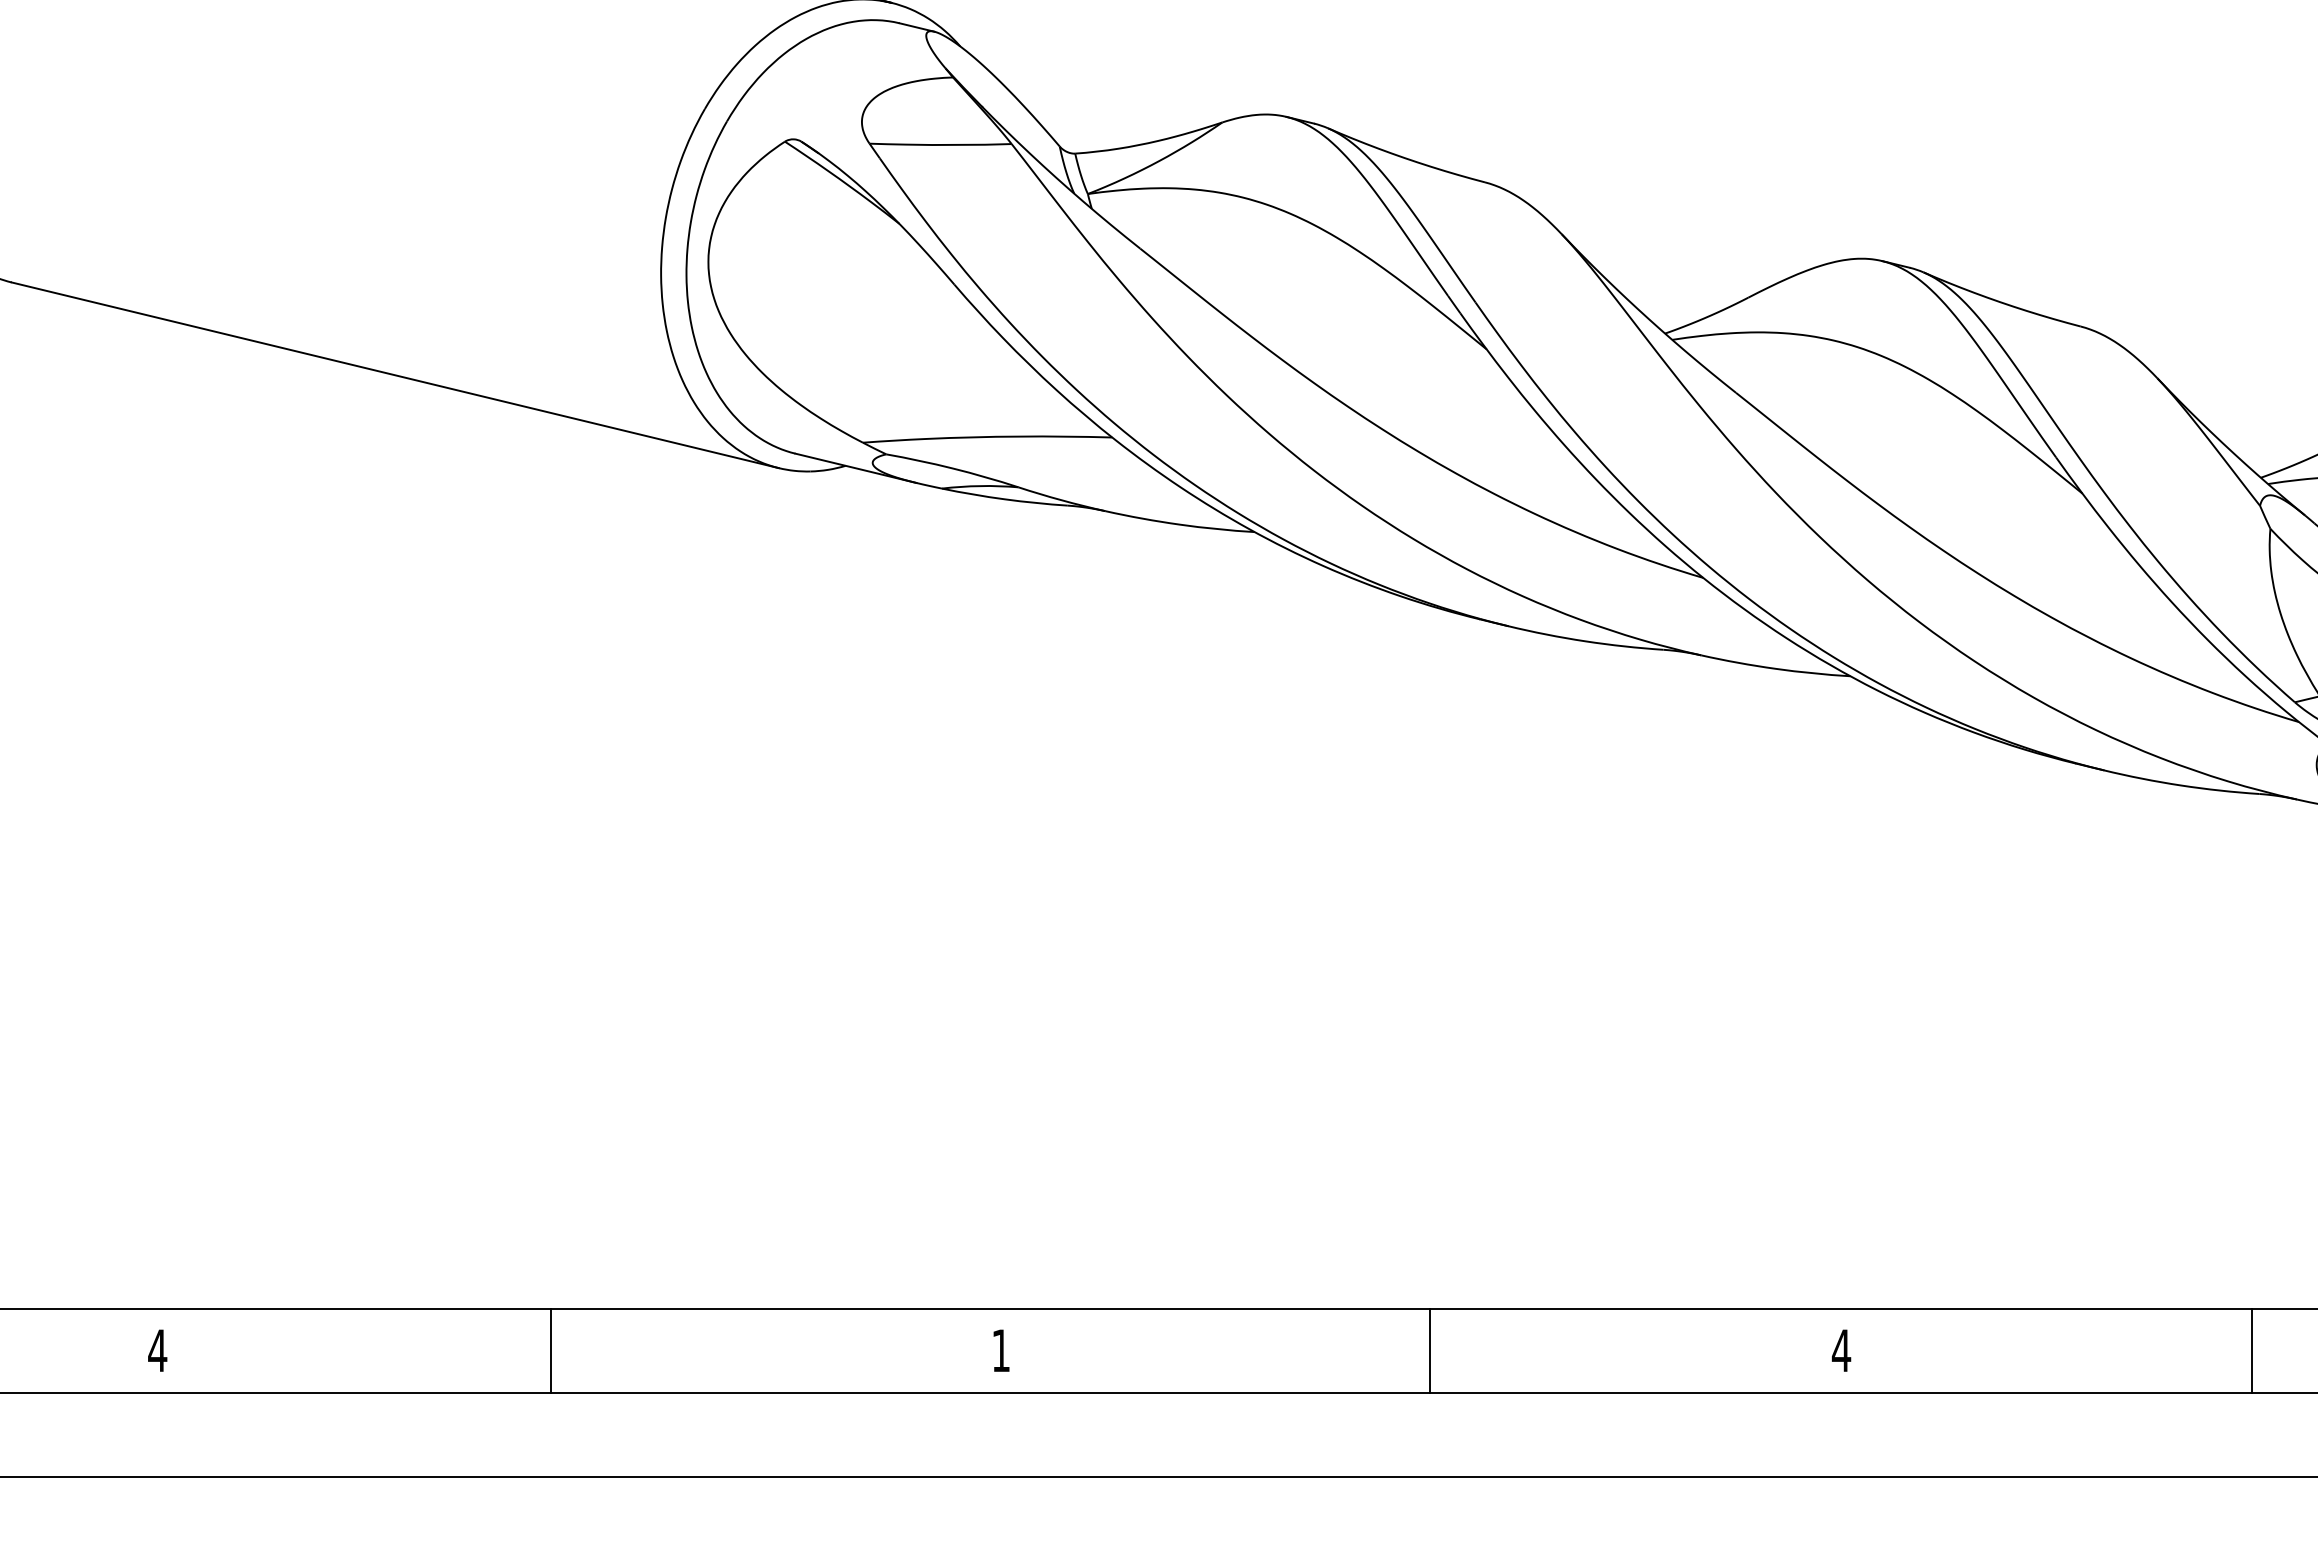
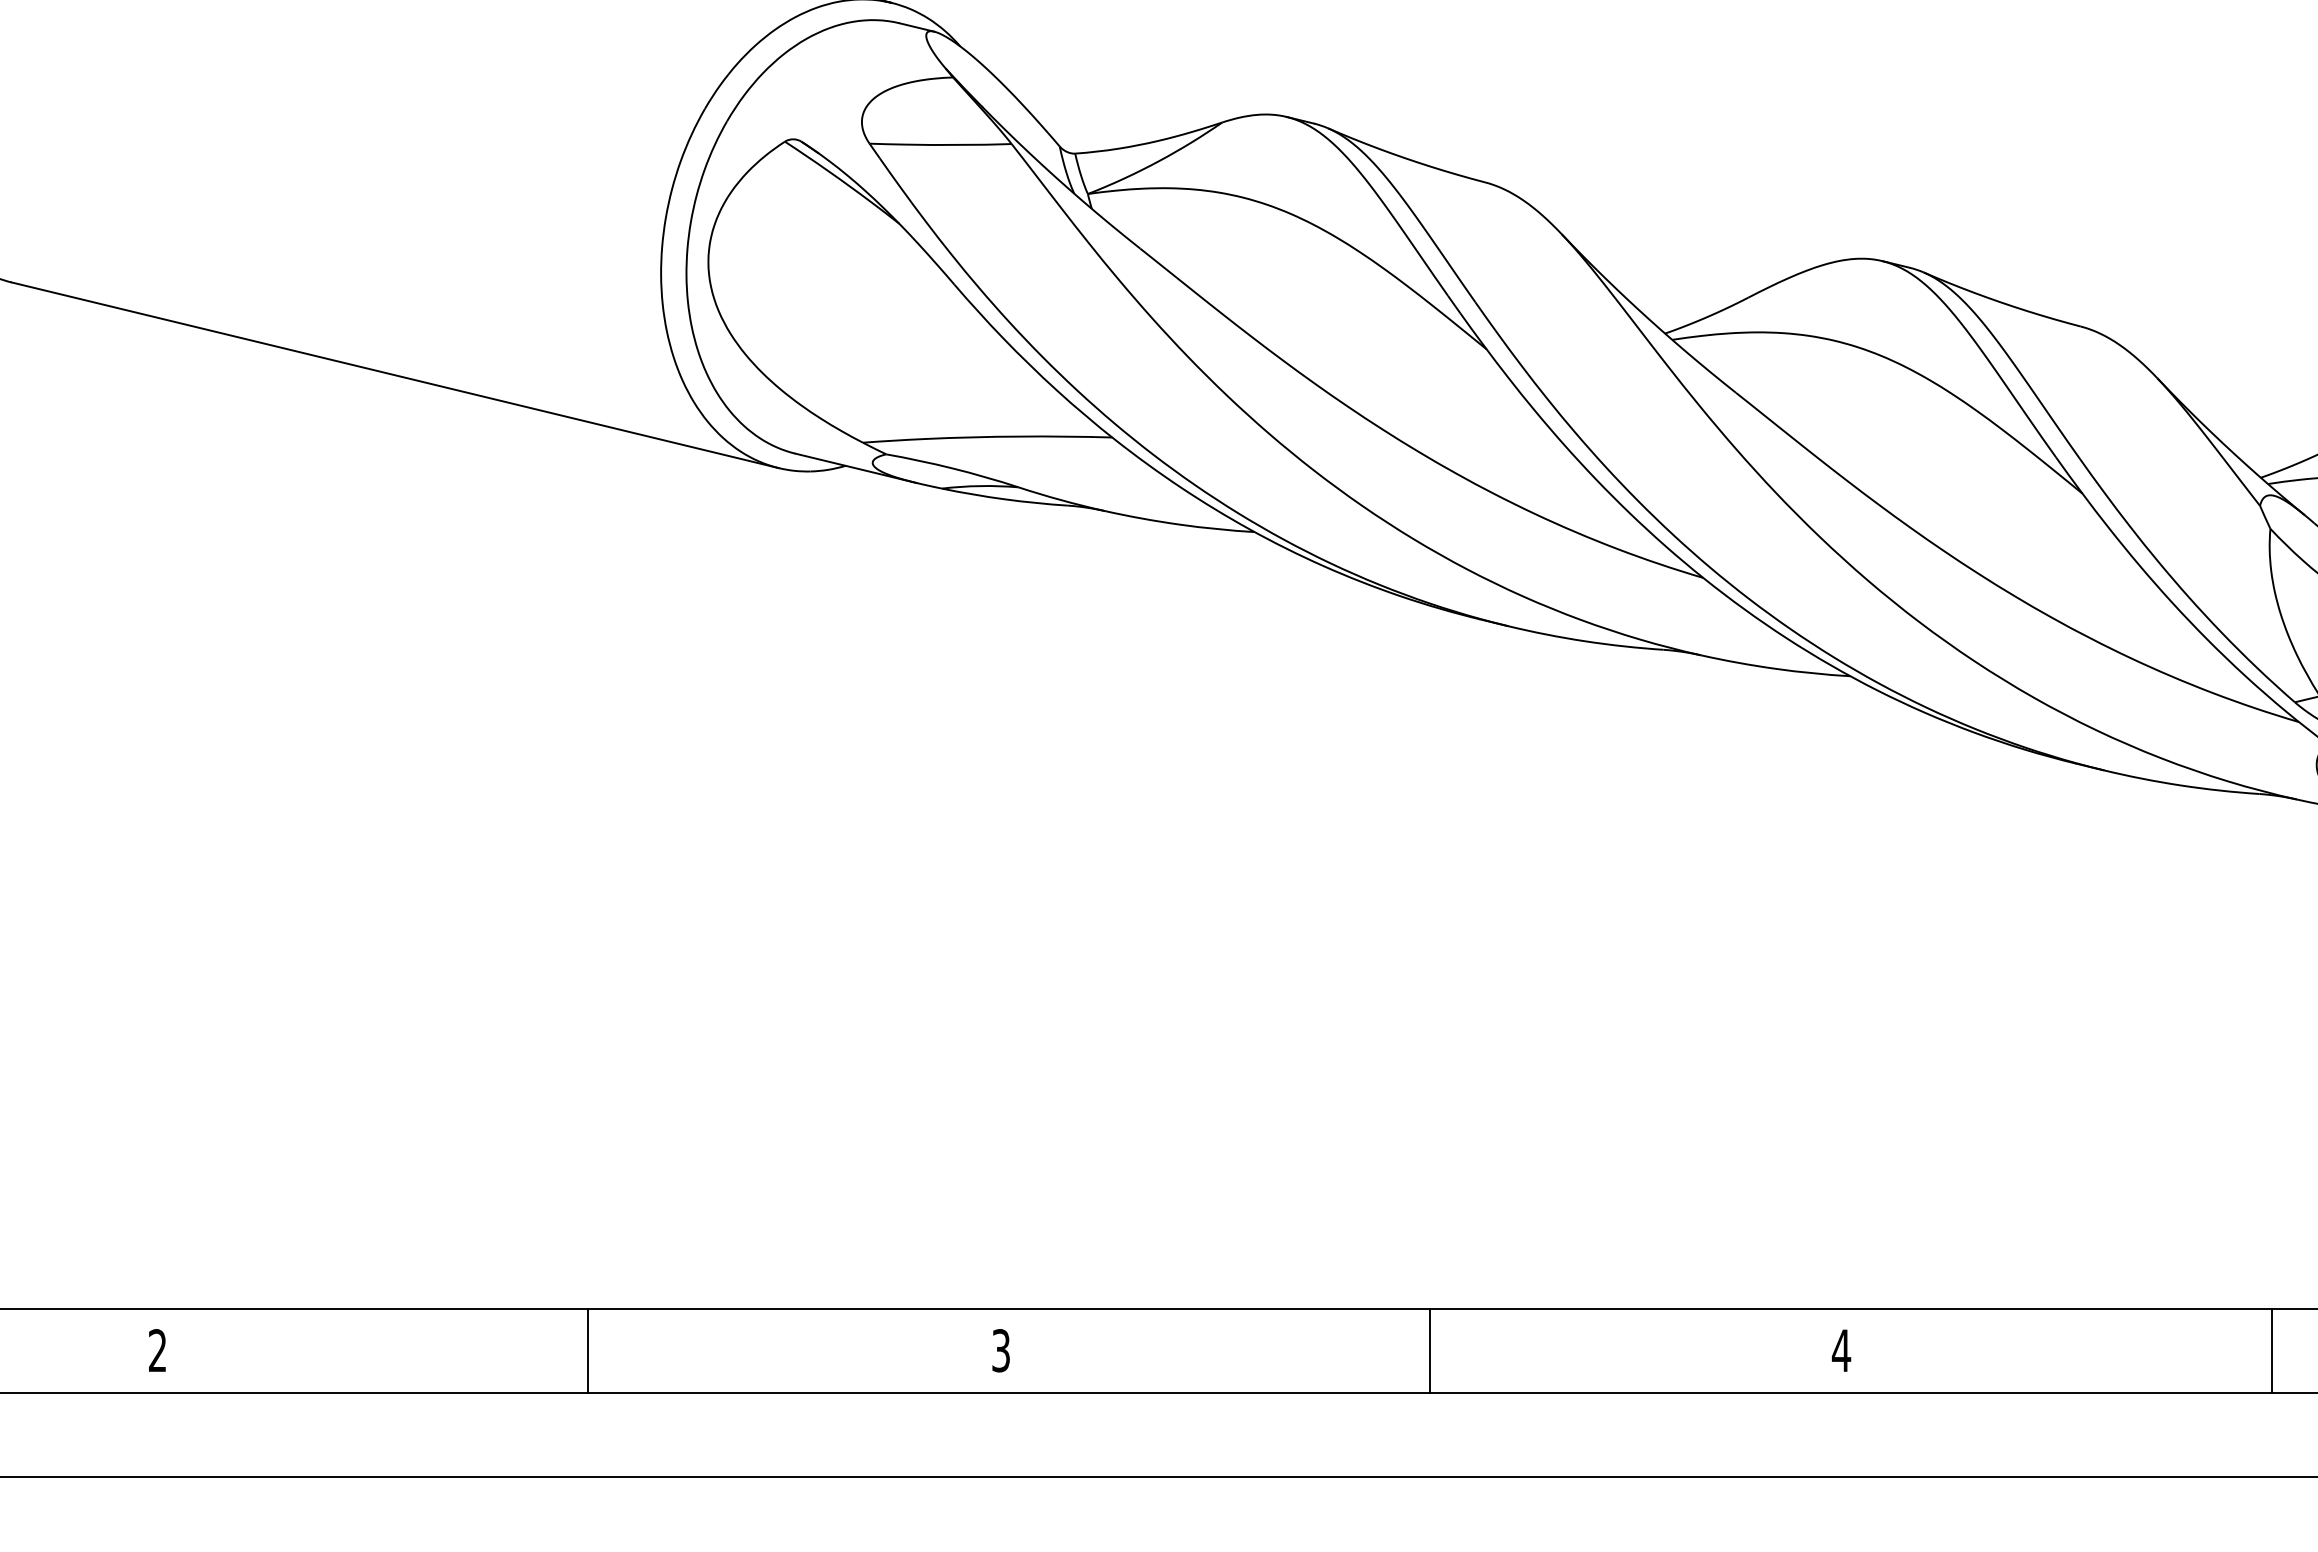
text at (157, 1350): 4 -> 2
line at (550, 1350) position: (550, 1350) -> (587, 1350)
text at (1000, 1350): 1 -> 3
line at (2251, 1350) position: (2251, 1350) -> (2271, 1350)
